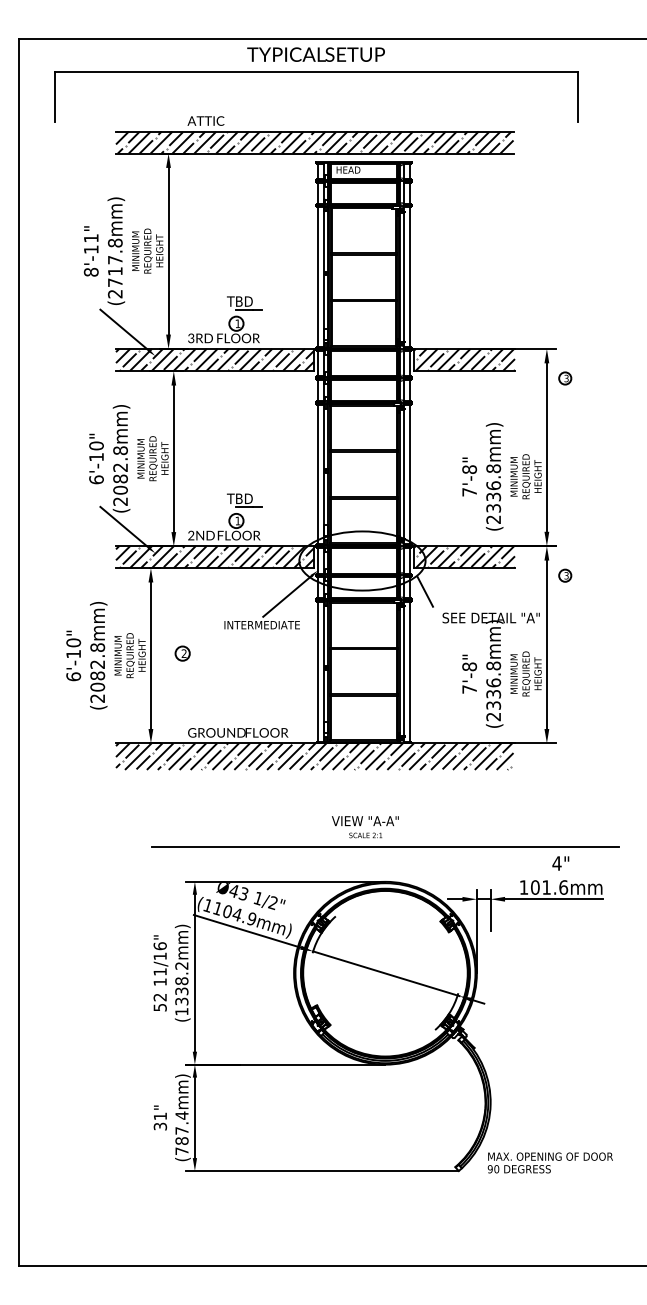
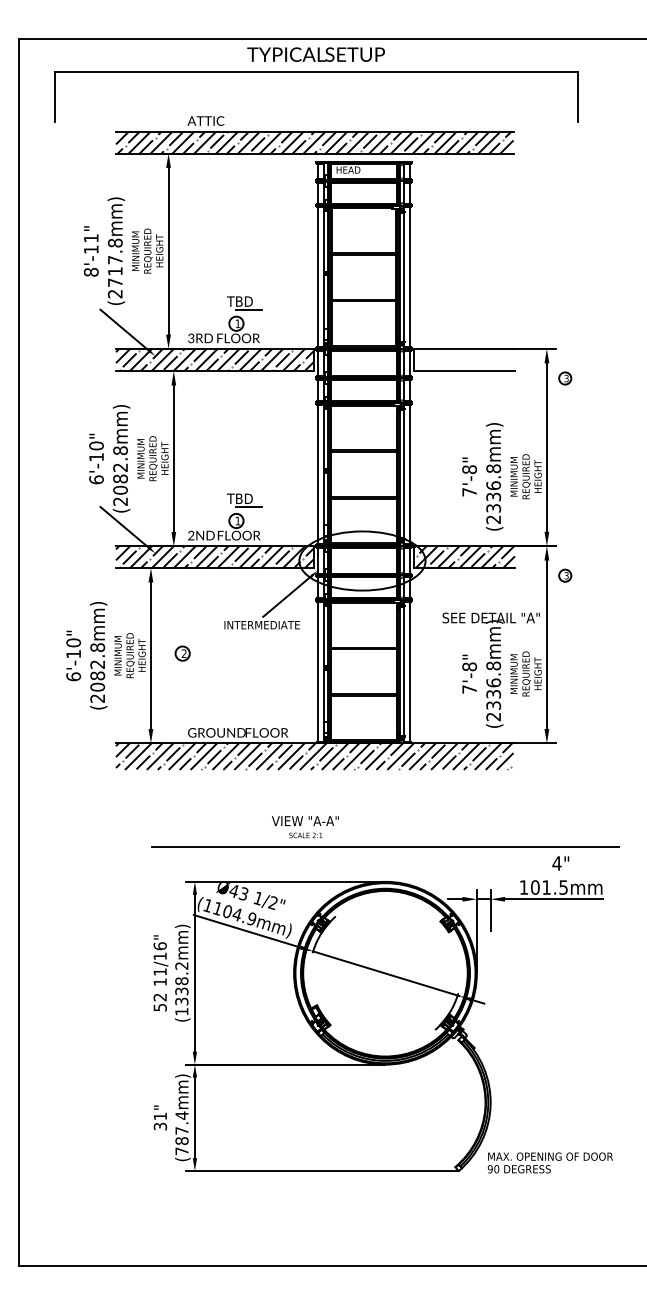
hatch at (463, 359): present -> none
line at (425, 591): present -> none
text at (365, 827) position: (365, 827) -> (305, 827)
text at (563, 887): 101.6mm -> 101.5mm
